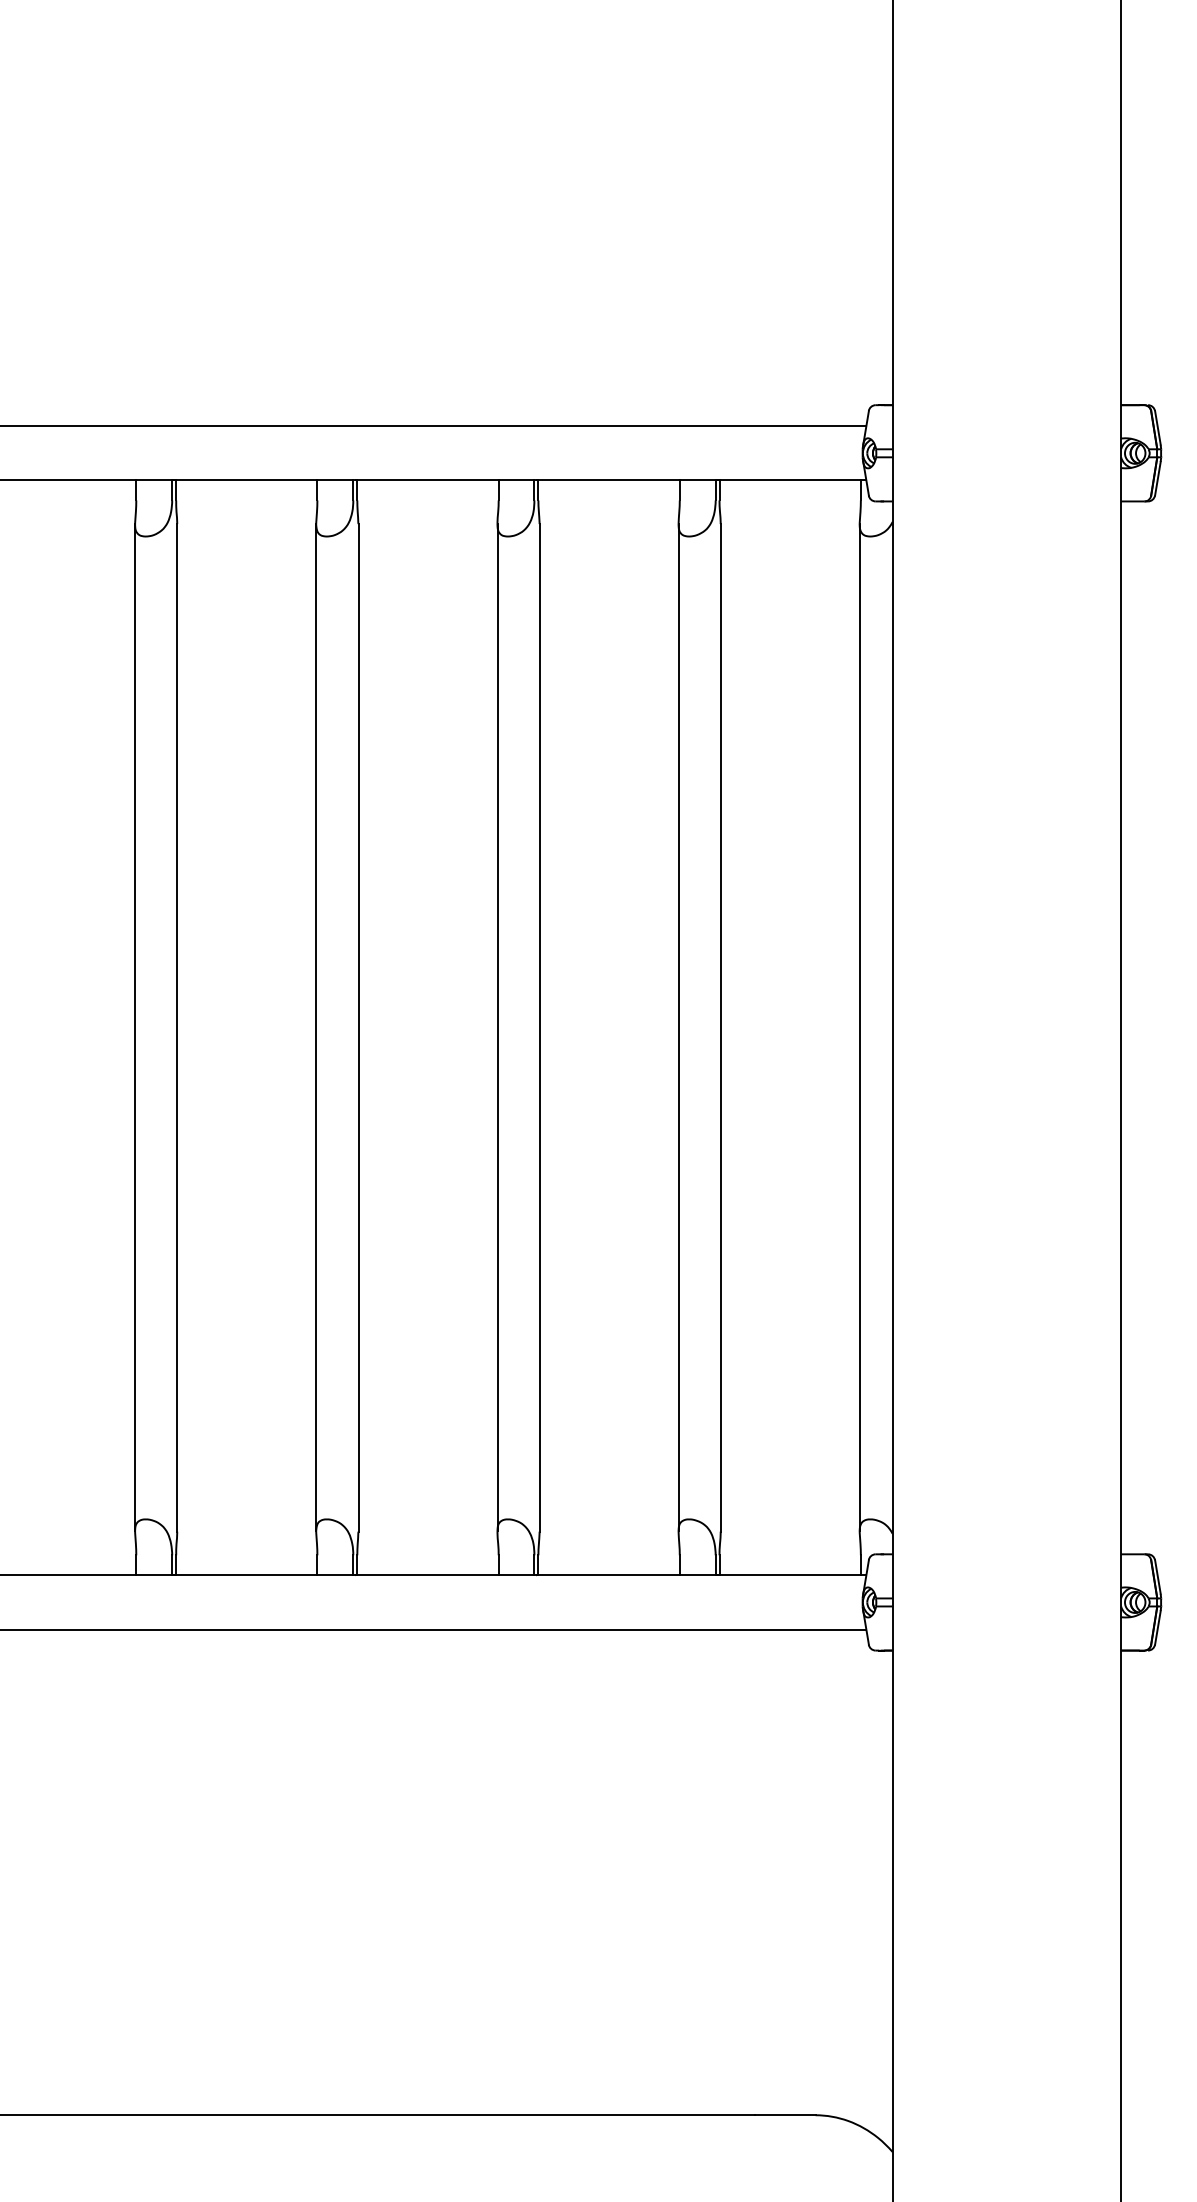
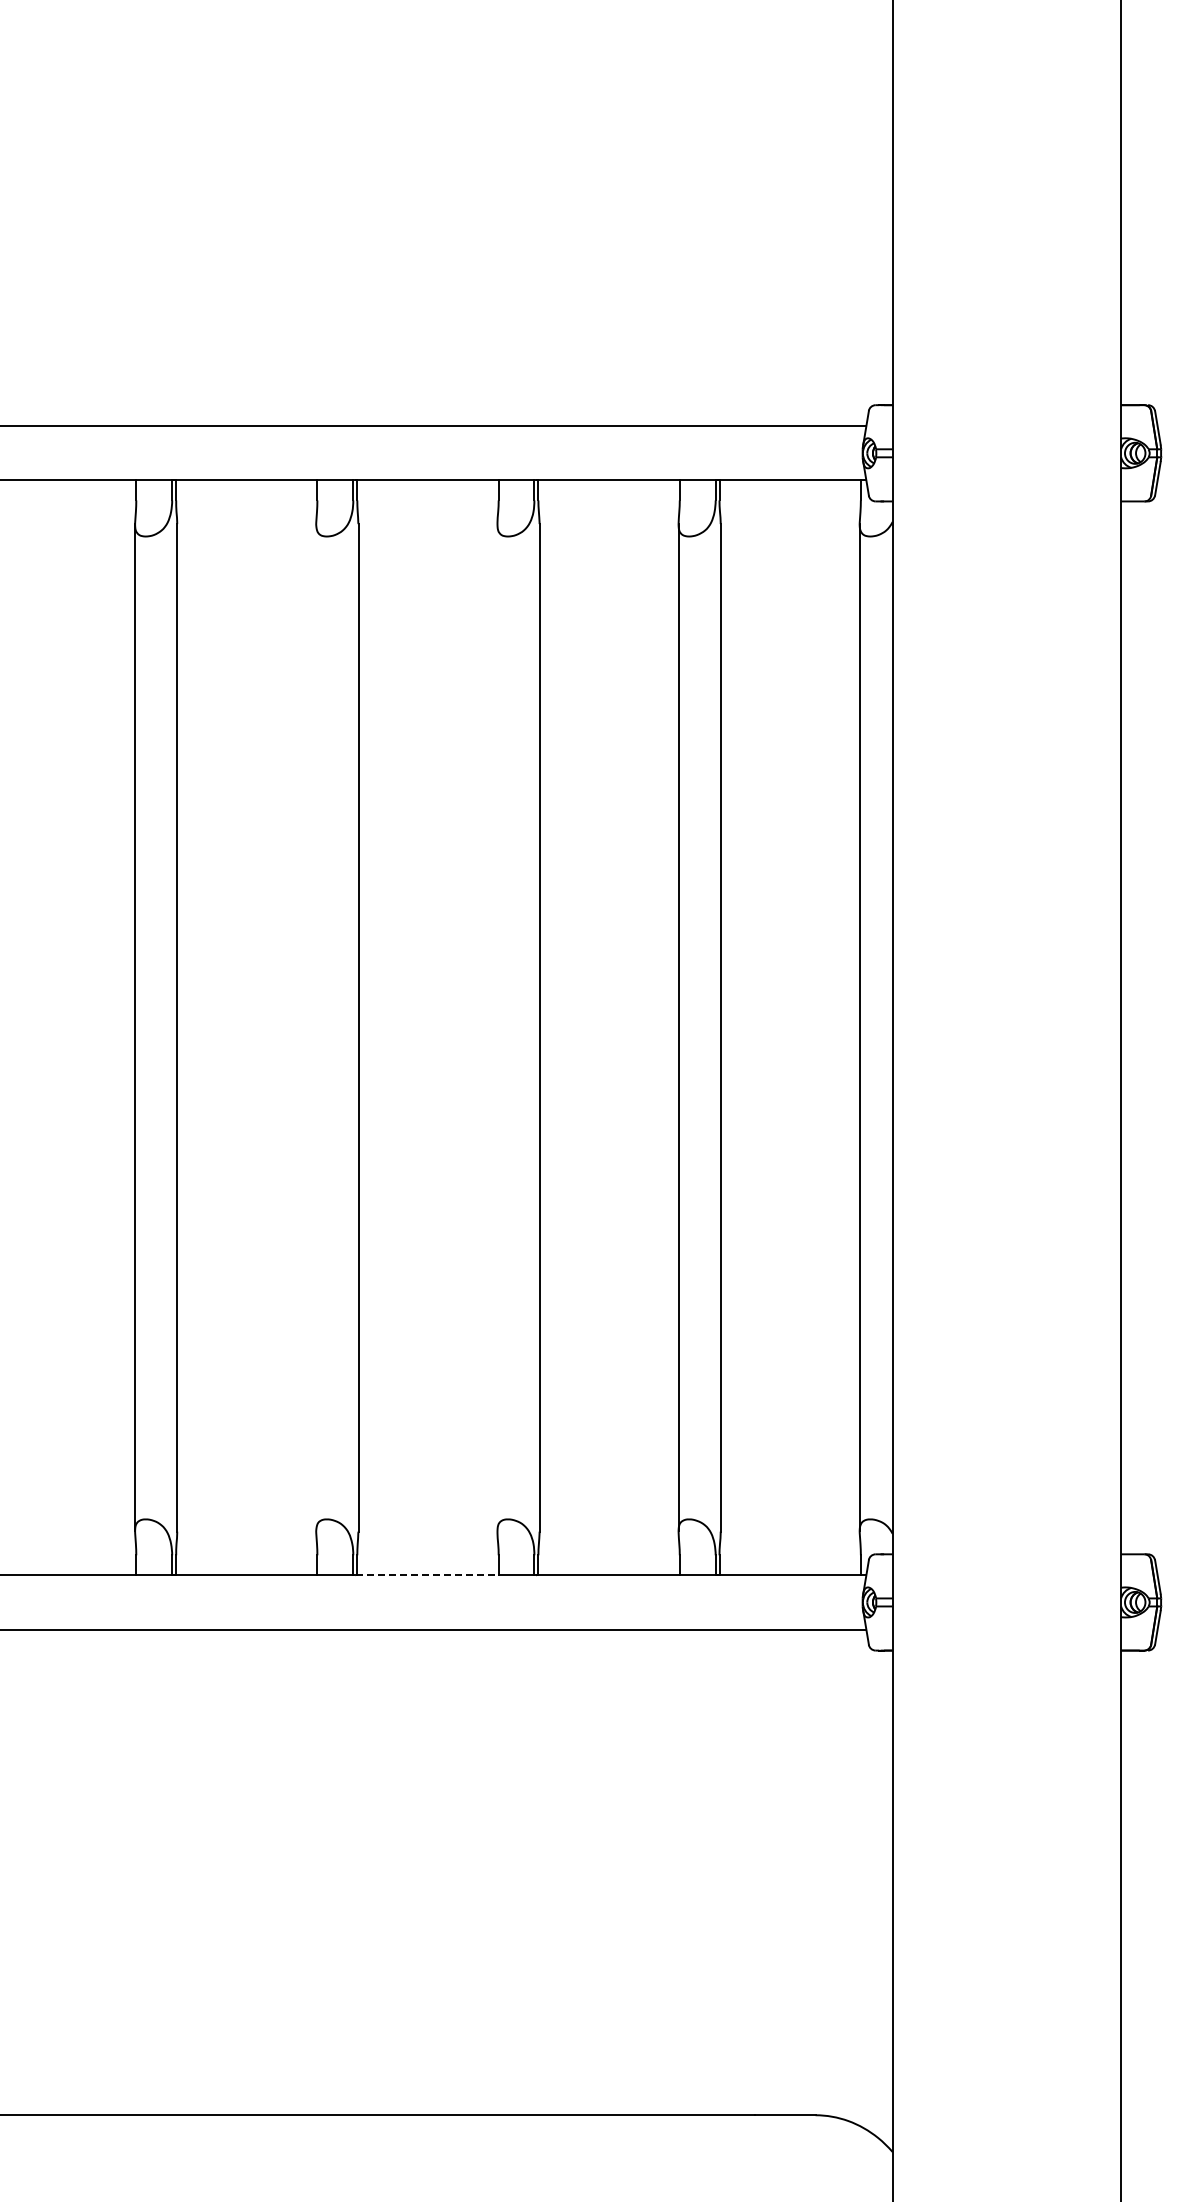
line at (316, 1027): present -> none
line at (497, 1027): present -> none
line at (427, 1575): solid -> dashed
